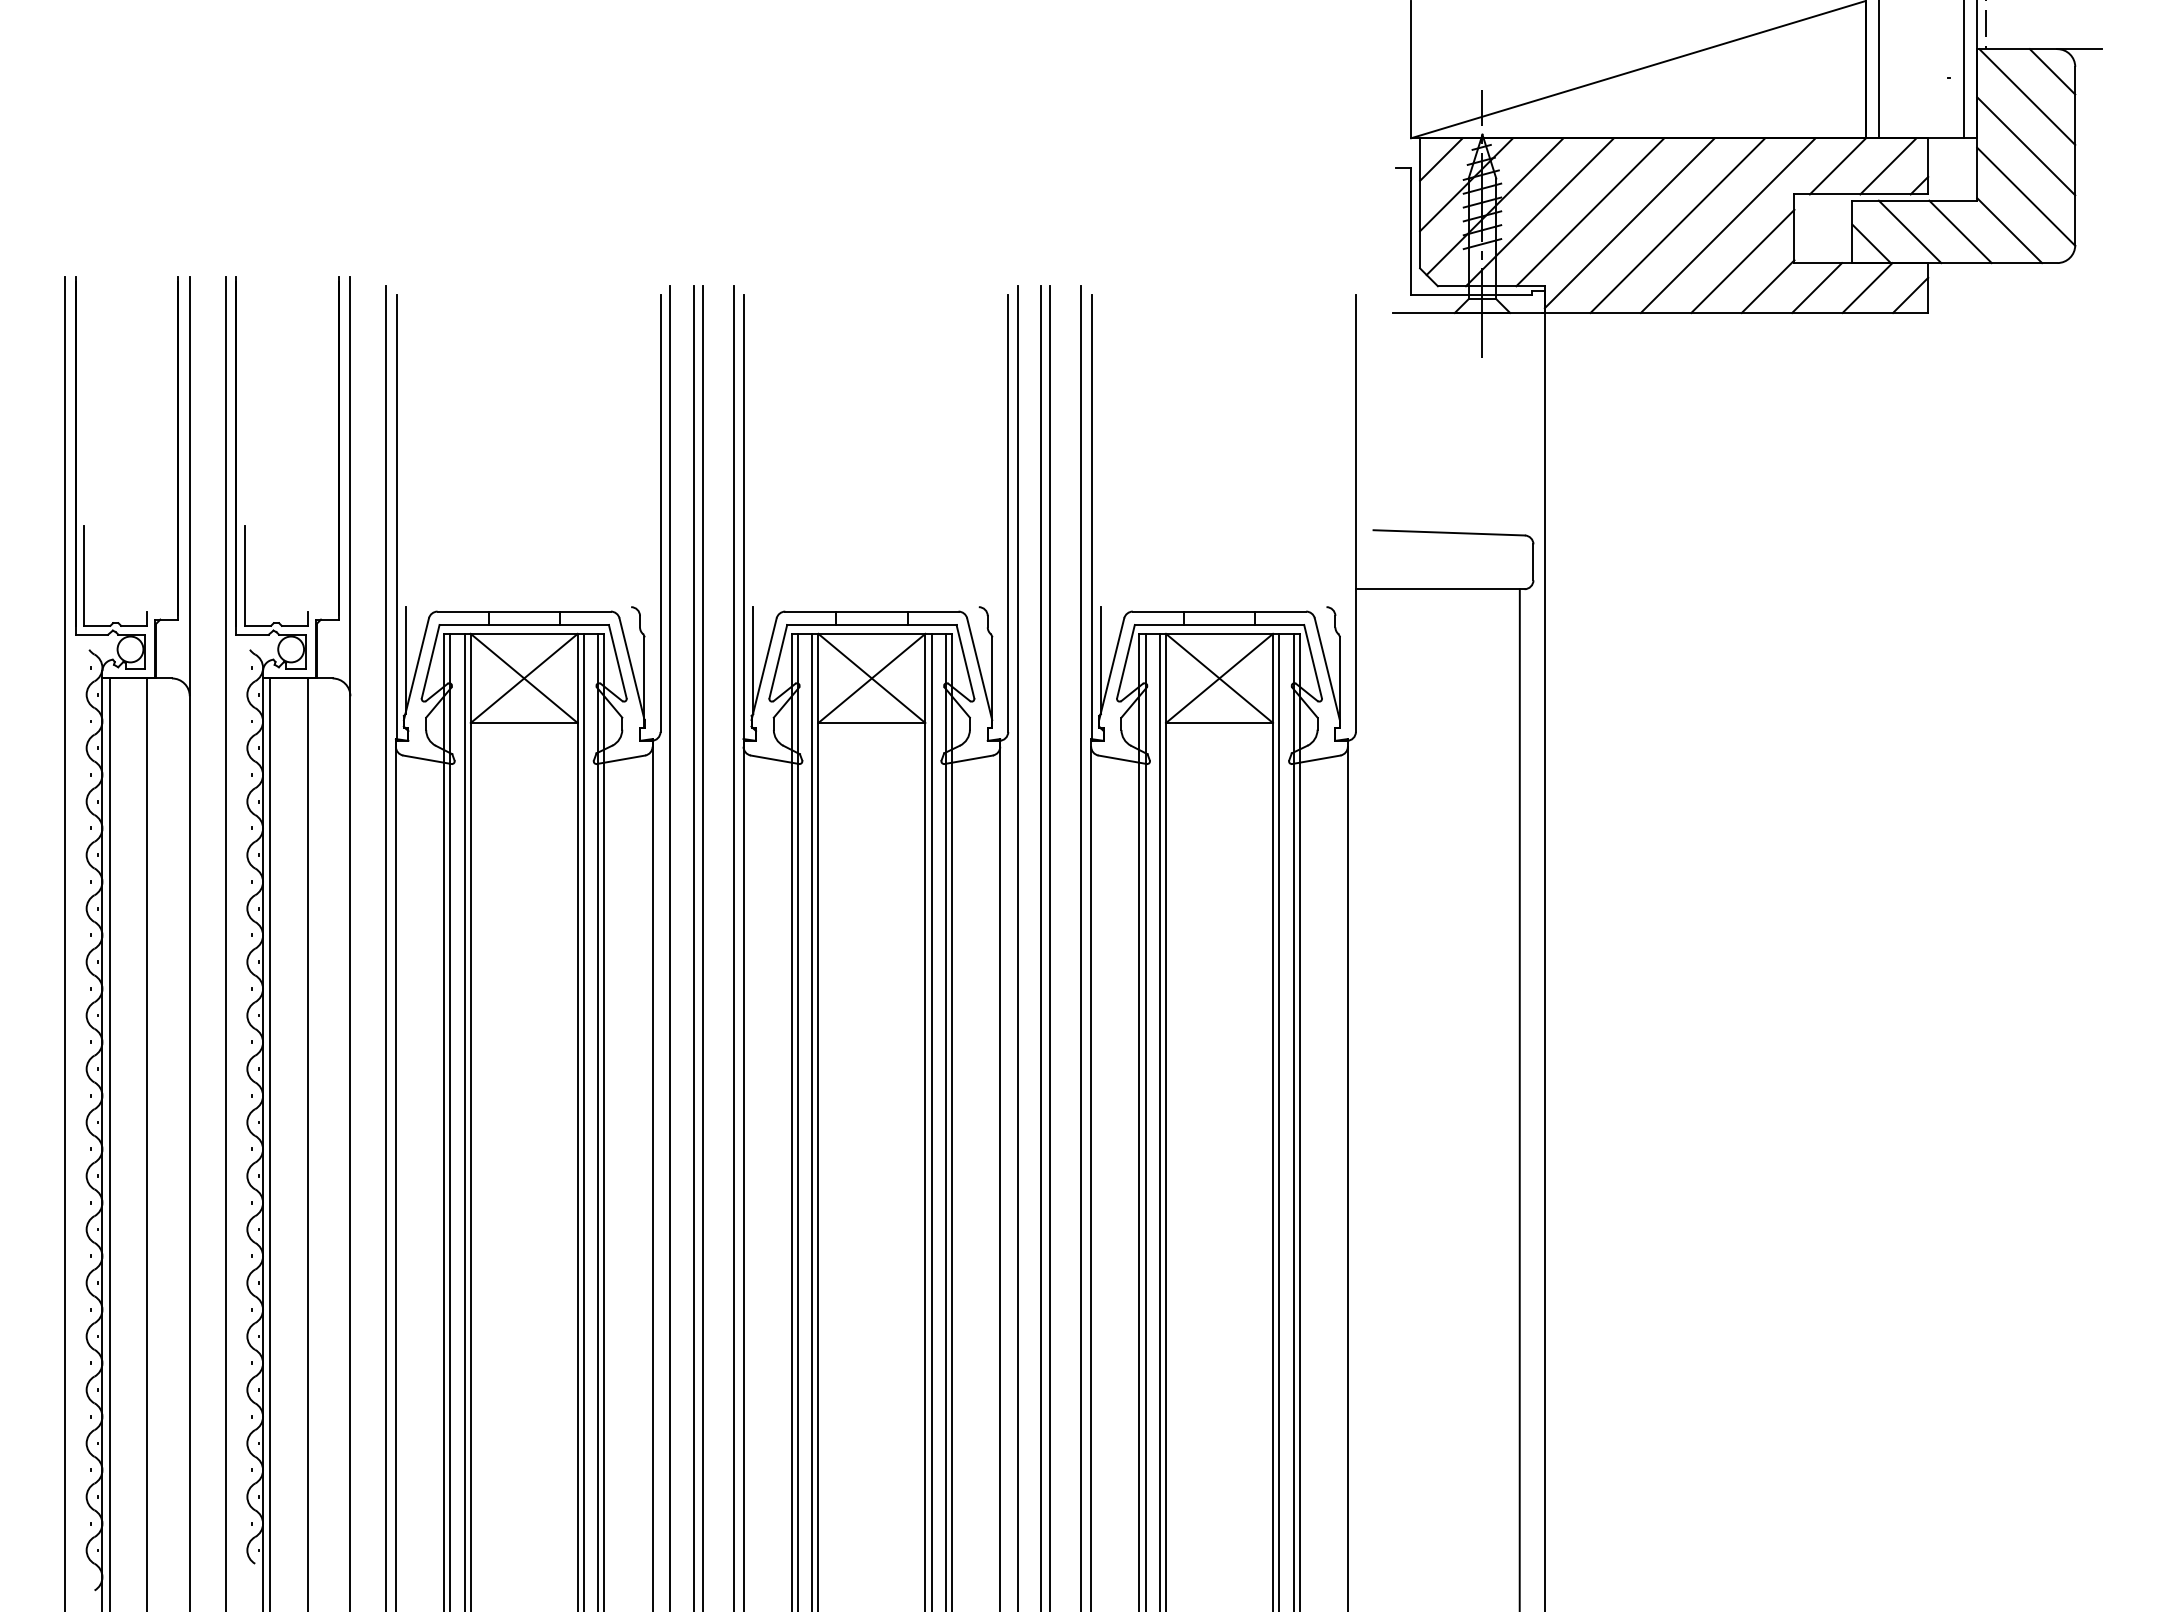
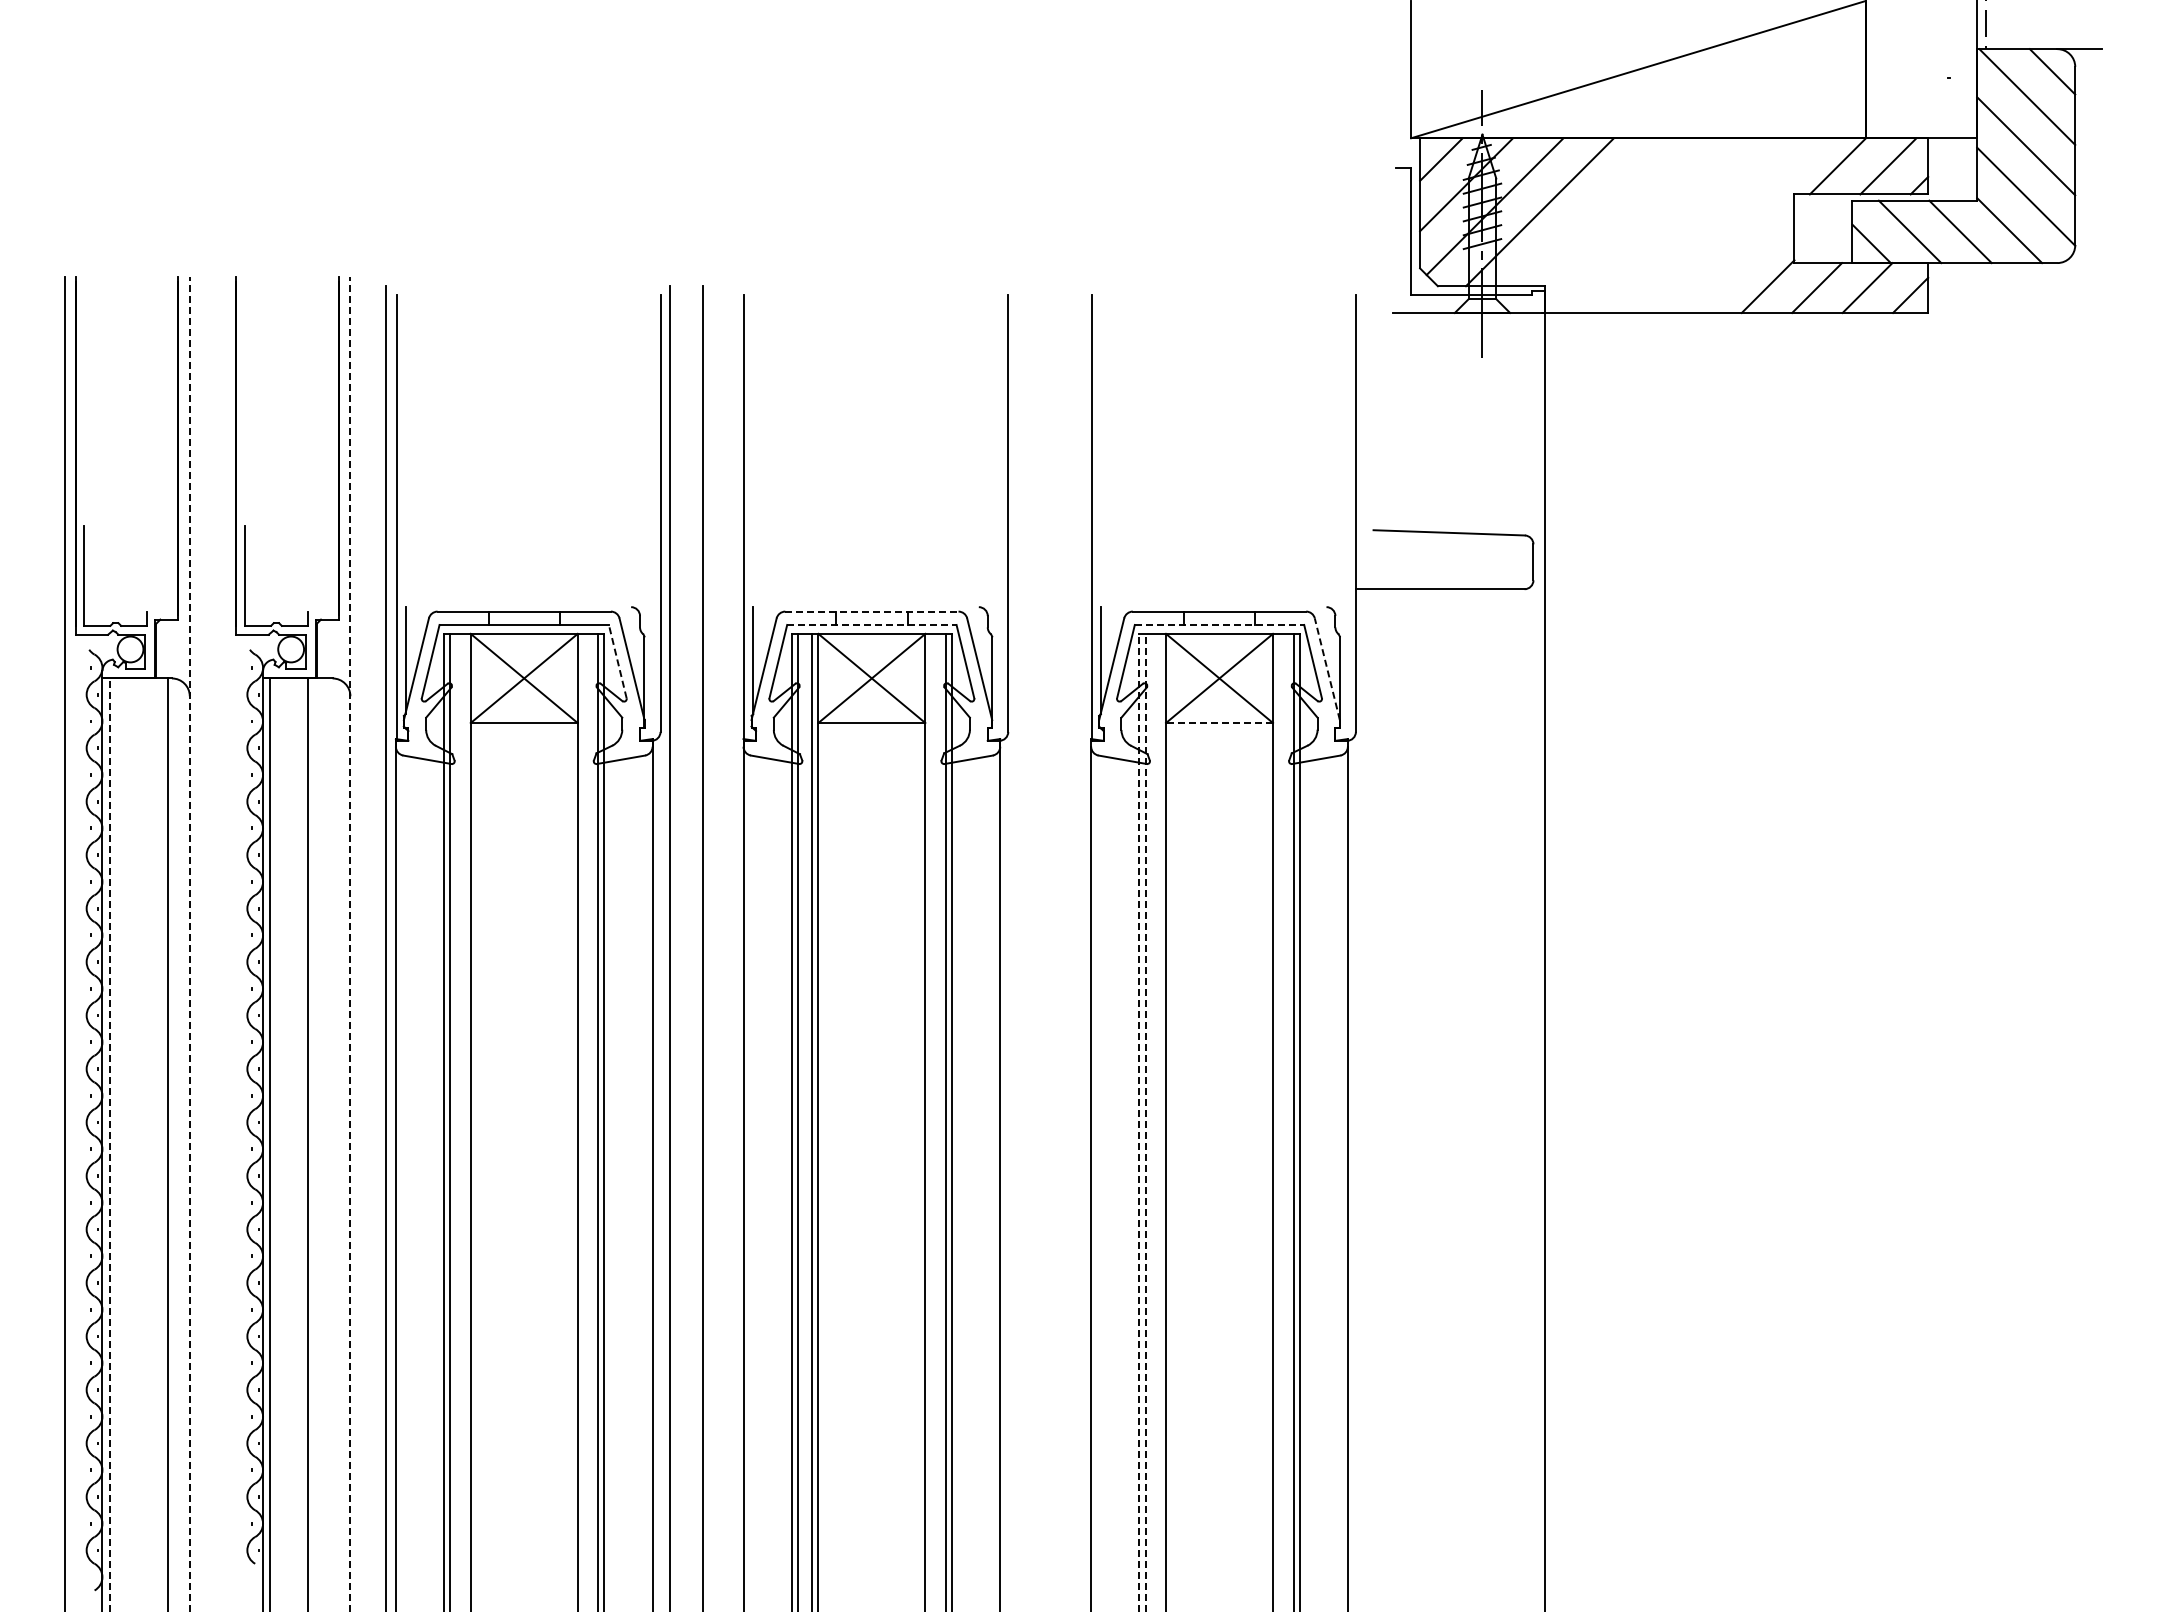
line at (1879, 70): present -> none
line at (1963, 70): present -> none
line at (1590, 212): present -> none
line at (1629, 223): present -> none
line at (1677, 225): present -> none
line at (1727, 225): present -> none
line at (1742, 260): present -> none
line at (871, 611): solid -> dashed
line at (871, 624): solid -> dashed
line at (1219, 624): solid -> dashed
line at (617, 661): solid -> dashed
line at (1327, 668): solid -> dashed
line at (1219, 723): solid -> dashed
line at (225, 942): present -> none
line at (189, 944): solid -> dashed
line at (350, 944): solid -> dashed
line at (693, 947): present -> none
line at (733, 947): present -> none
line at (1018, 947): present -> none
line at (1041, 947): present -> none
line at (1050, 947): present -> none
line at (1081, 947): present -> none
line at (1519, 1098): present -> none
line at (464, 1120): present -> none
line at (583, 1120): present -> none
line at (931, 1120): present -> none
line at (1159, 1120): present -> none
line at (1279, 1120): present -> none
line at (1139, 1122): solid -> dashed
line at (1145, 1122): solid -> dashed
line at (147, 1143) position: (147, 1143) -> (168, 1143)
line at (109, 1144): solid -> dashed
